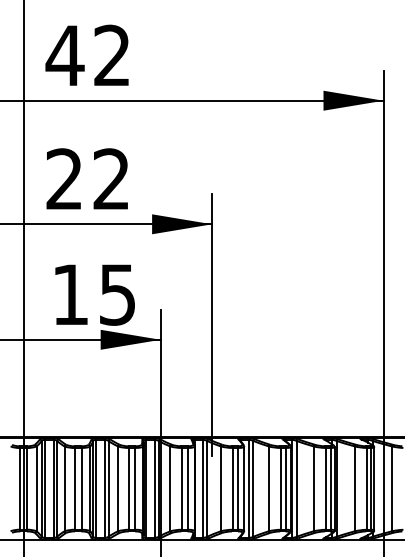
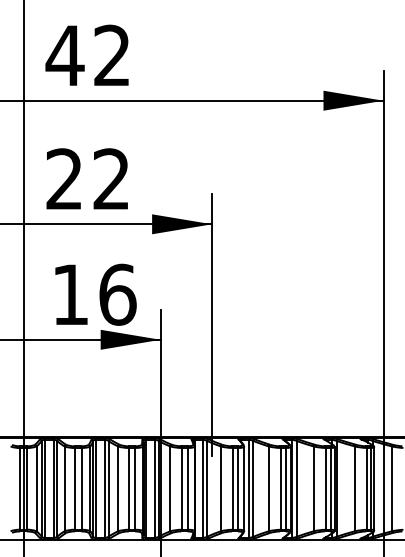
text at (117, 294): 15 -> 16
